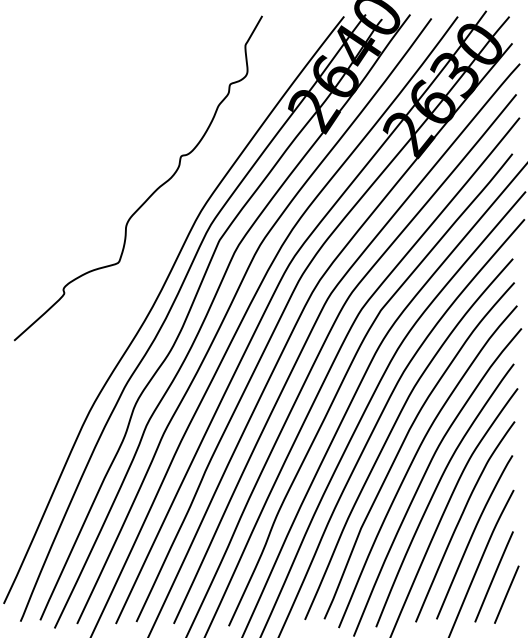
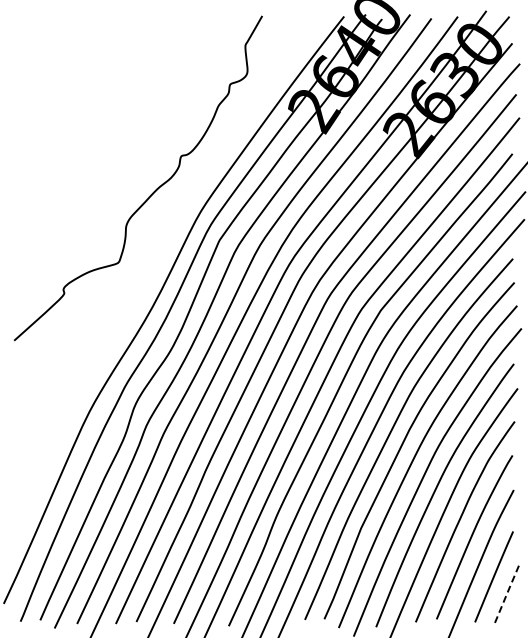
line at (506, 594): solid -> dashed
